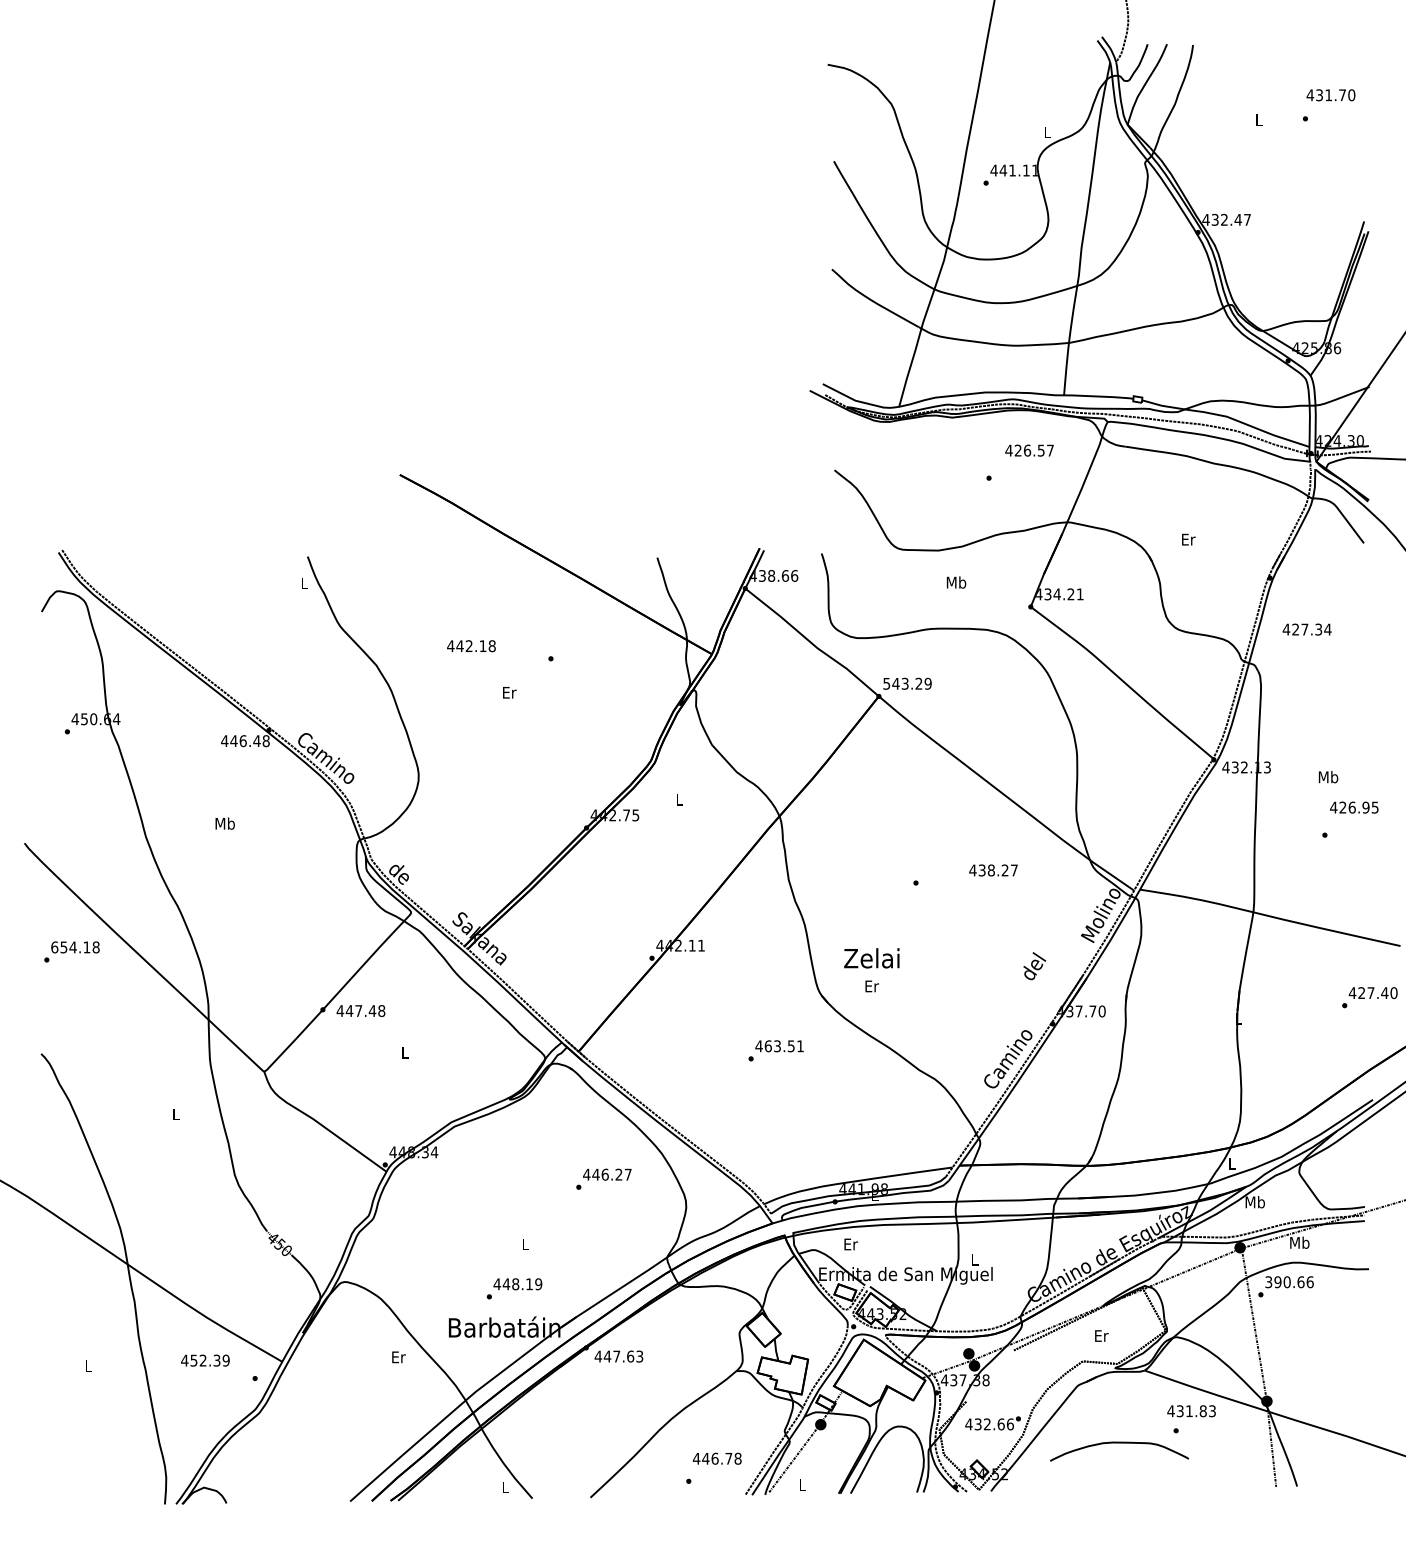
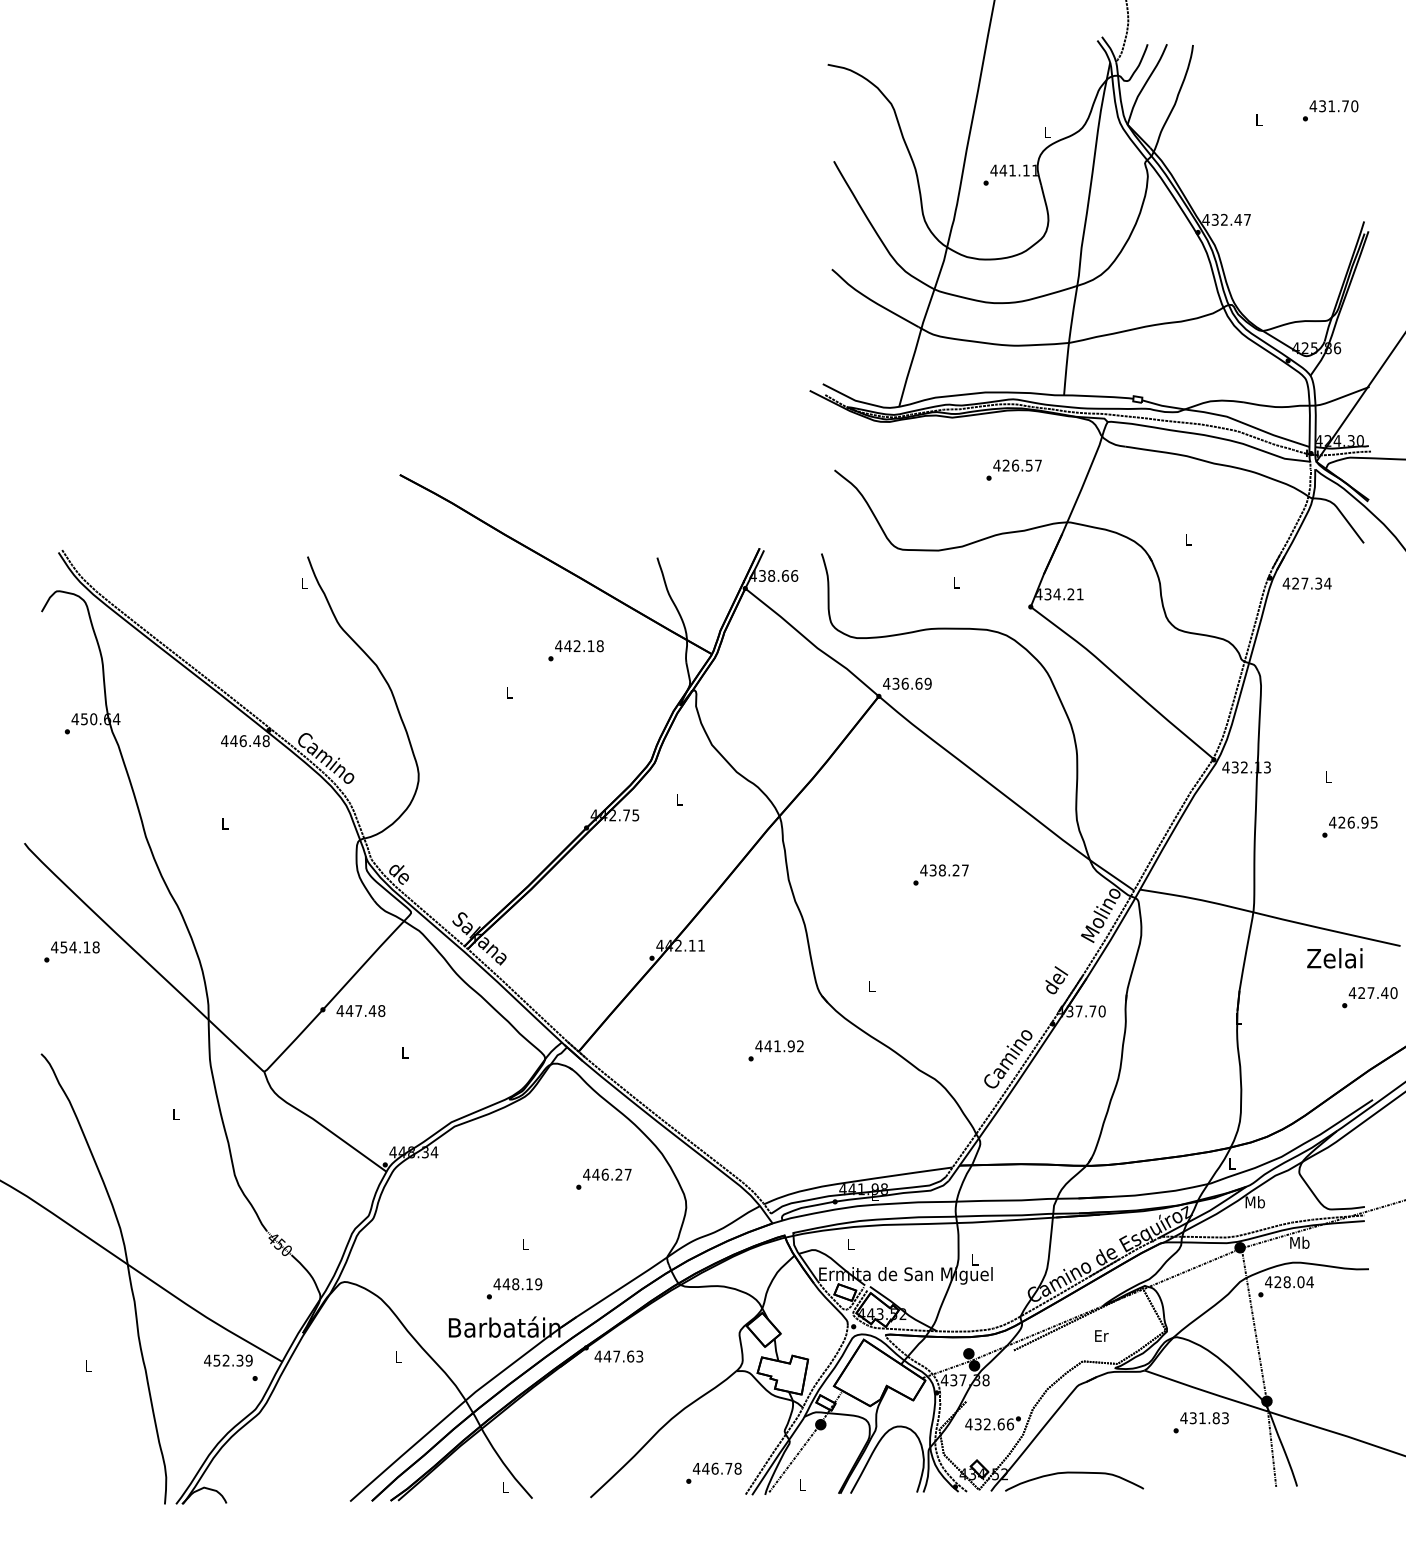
text at (1330, 95) position: (1330, 95) -> (1333, 106)
text at (1029, 450) position: (1029, 450) -> (1017, 465)
text at (1188, 539): Er -> L
text at (956, 582): Mb -> L
text at (1306, 629) position: (1306, 629) -> (1306, 583)
text at (471, 646) position: (471, 646) -> (579, 646)
text at (902, 683): 543.29 -> 436.69
text at (509, 692): Er -> L
text at (1328, 777): Mb -> L
text at (1354, 807) position: (1354, 807) -> (1353, 822)
text at (224, 823): Mb -> L
text at (993, 870) position: (993, 870) -> (944, 870)
text at (54, 947): 654.18 -> 454.18
text at (871, 958) position: (871, 958) -> (1334, 958)
text at (1034, 966) position: (1034, 966) -> (1056, 980)
text at (872, 986): Er -> L
text at (783, 1046): 463.51 -> 441.92
text at (850, 1244): Er -> L
text at (1289, 1282): 390.66 -> 428.04
text at (398, 1357): Er -> L
text at (205, 1360) position: (205, 1360) -> (228, 1360)
text at (1191, 1411) position: (1191, 1411) -> (1204, 1418)
curve at (1119, 1443) position: (1119, 1443) -> (1074, 1473)
text at (716, 1458) position: (716, 1458) -> (716, 1468)
